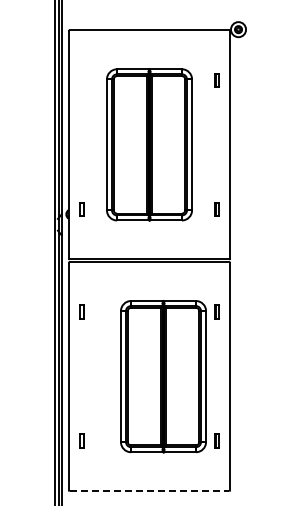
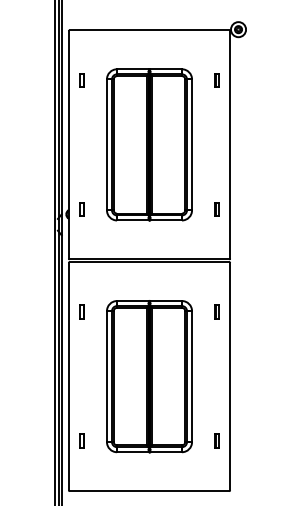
part at (81, 80): none -> present
part at (163, 376) position: (163, 376) -> (149, 376)
line at (149, 491): dashed -> solid
